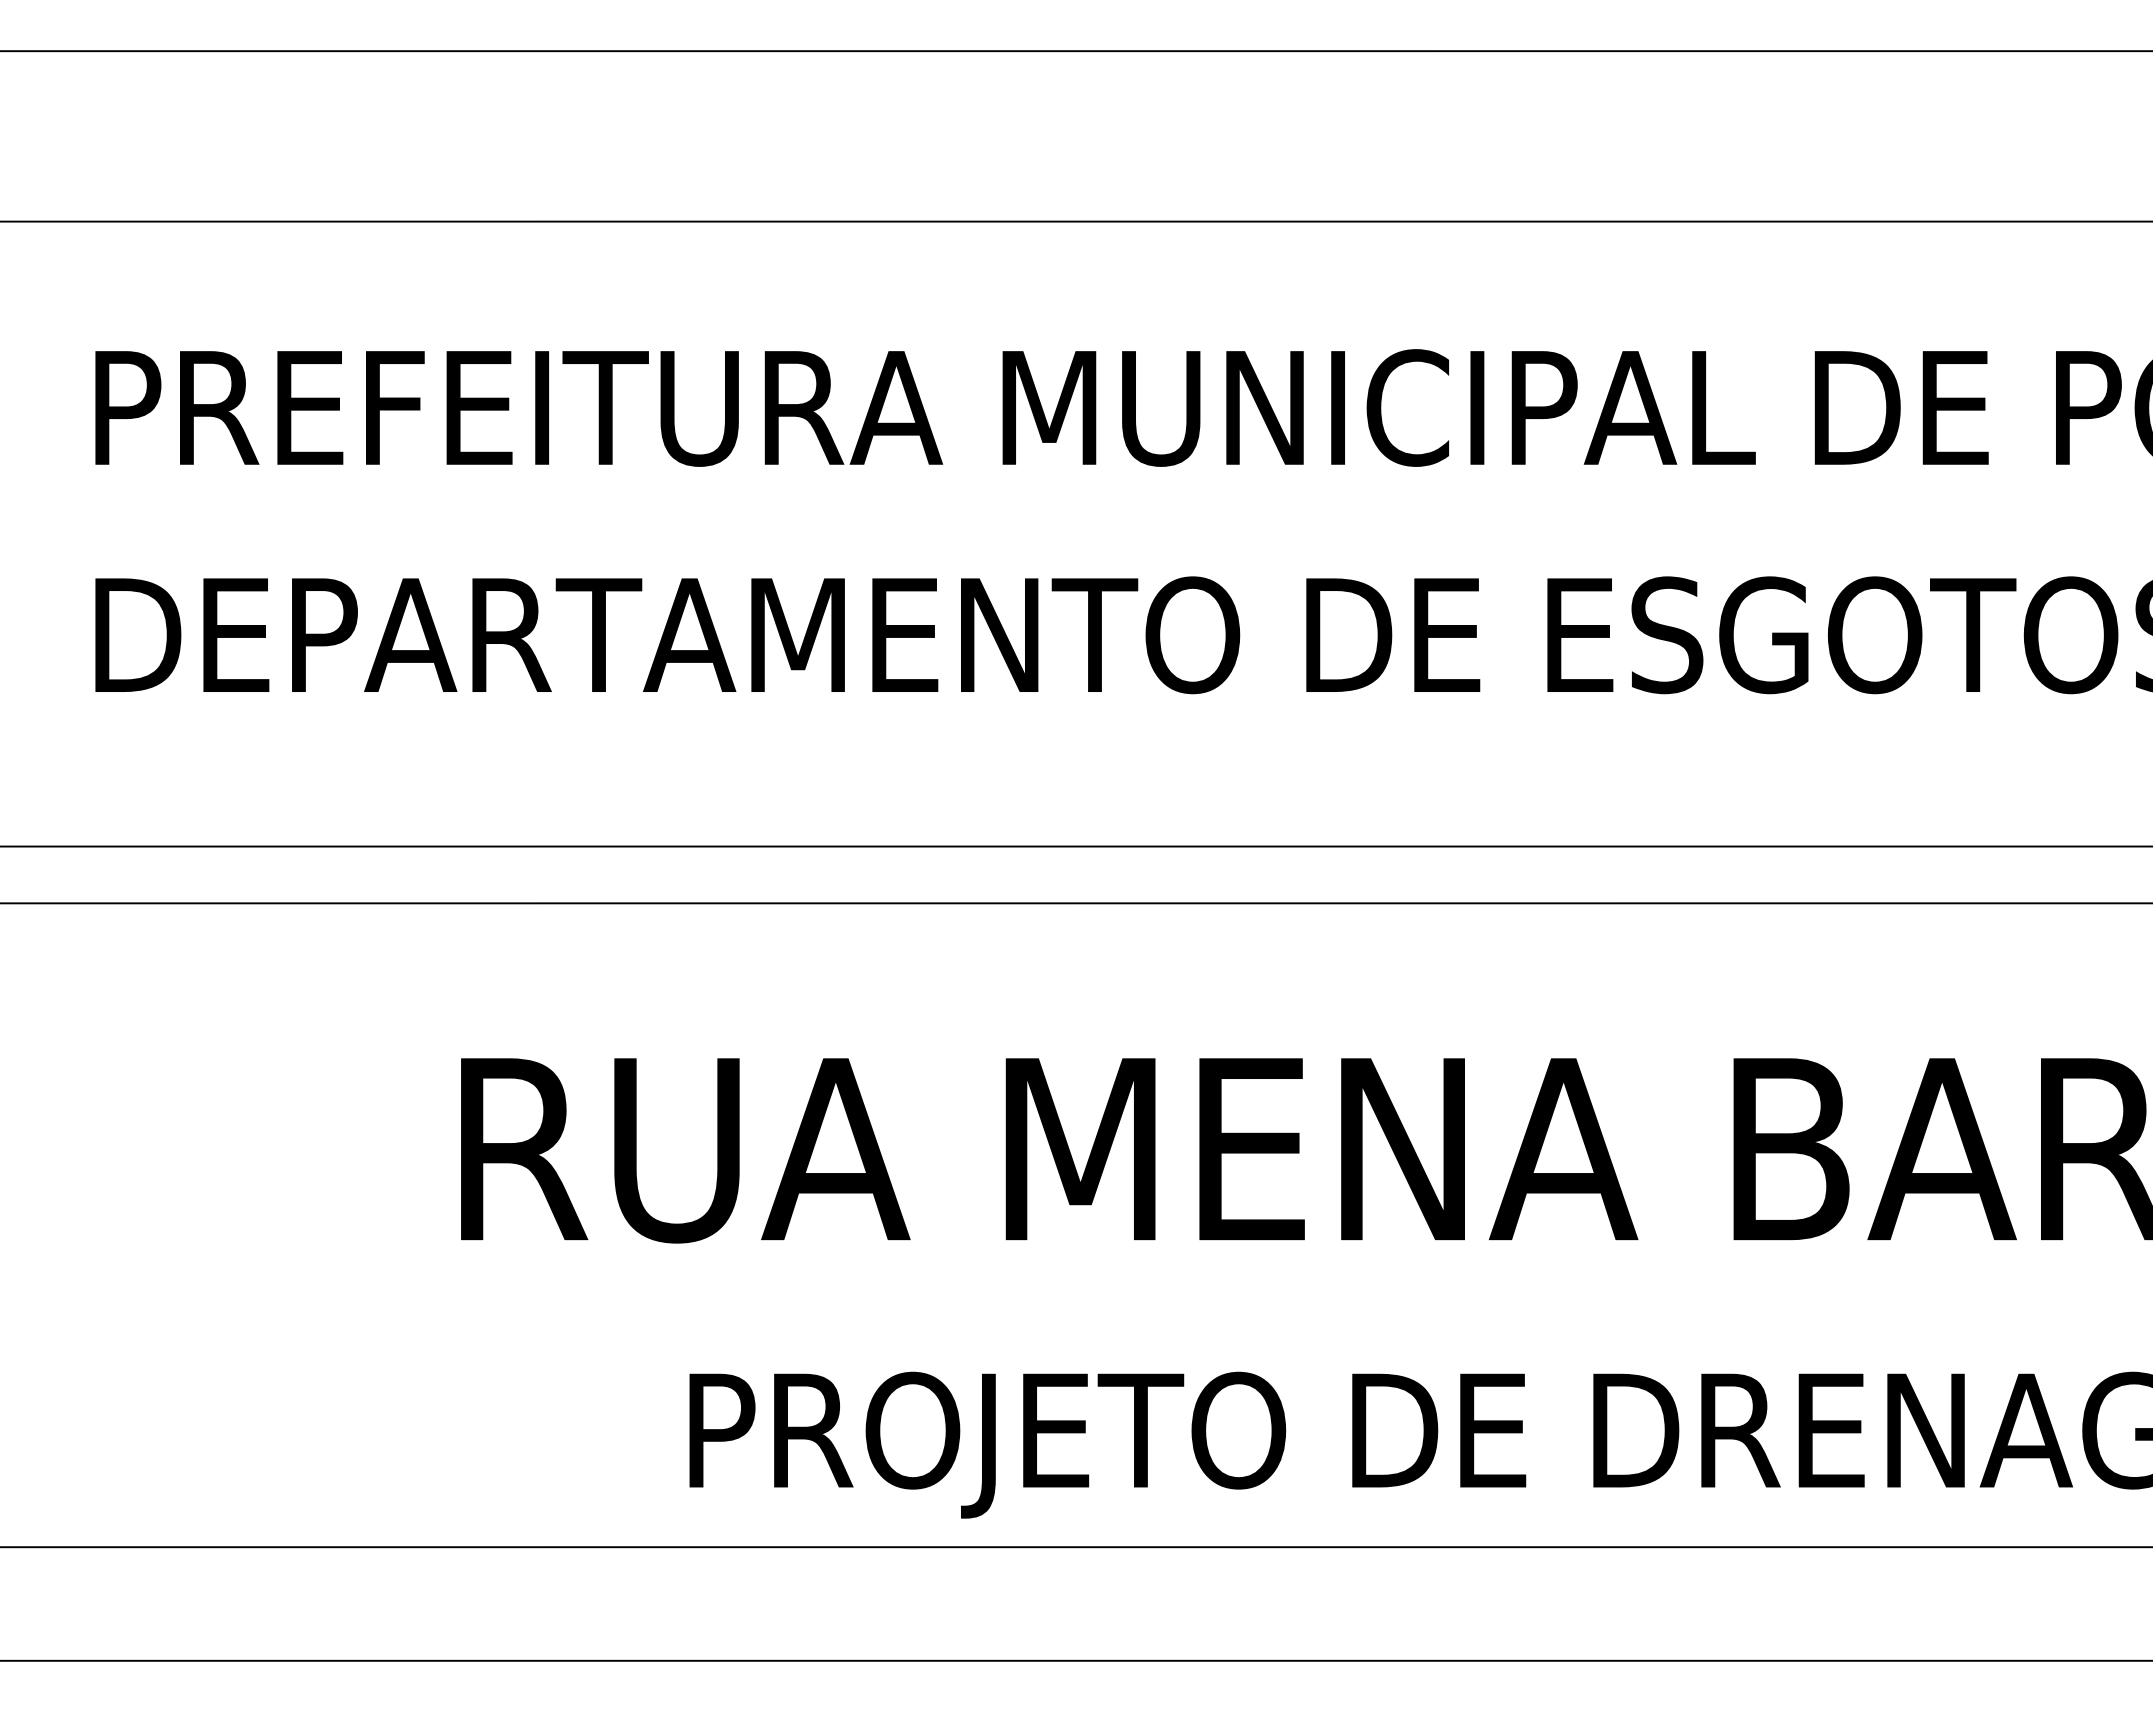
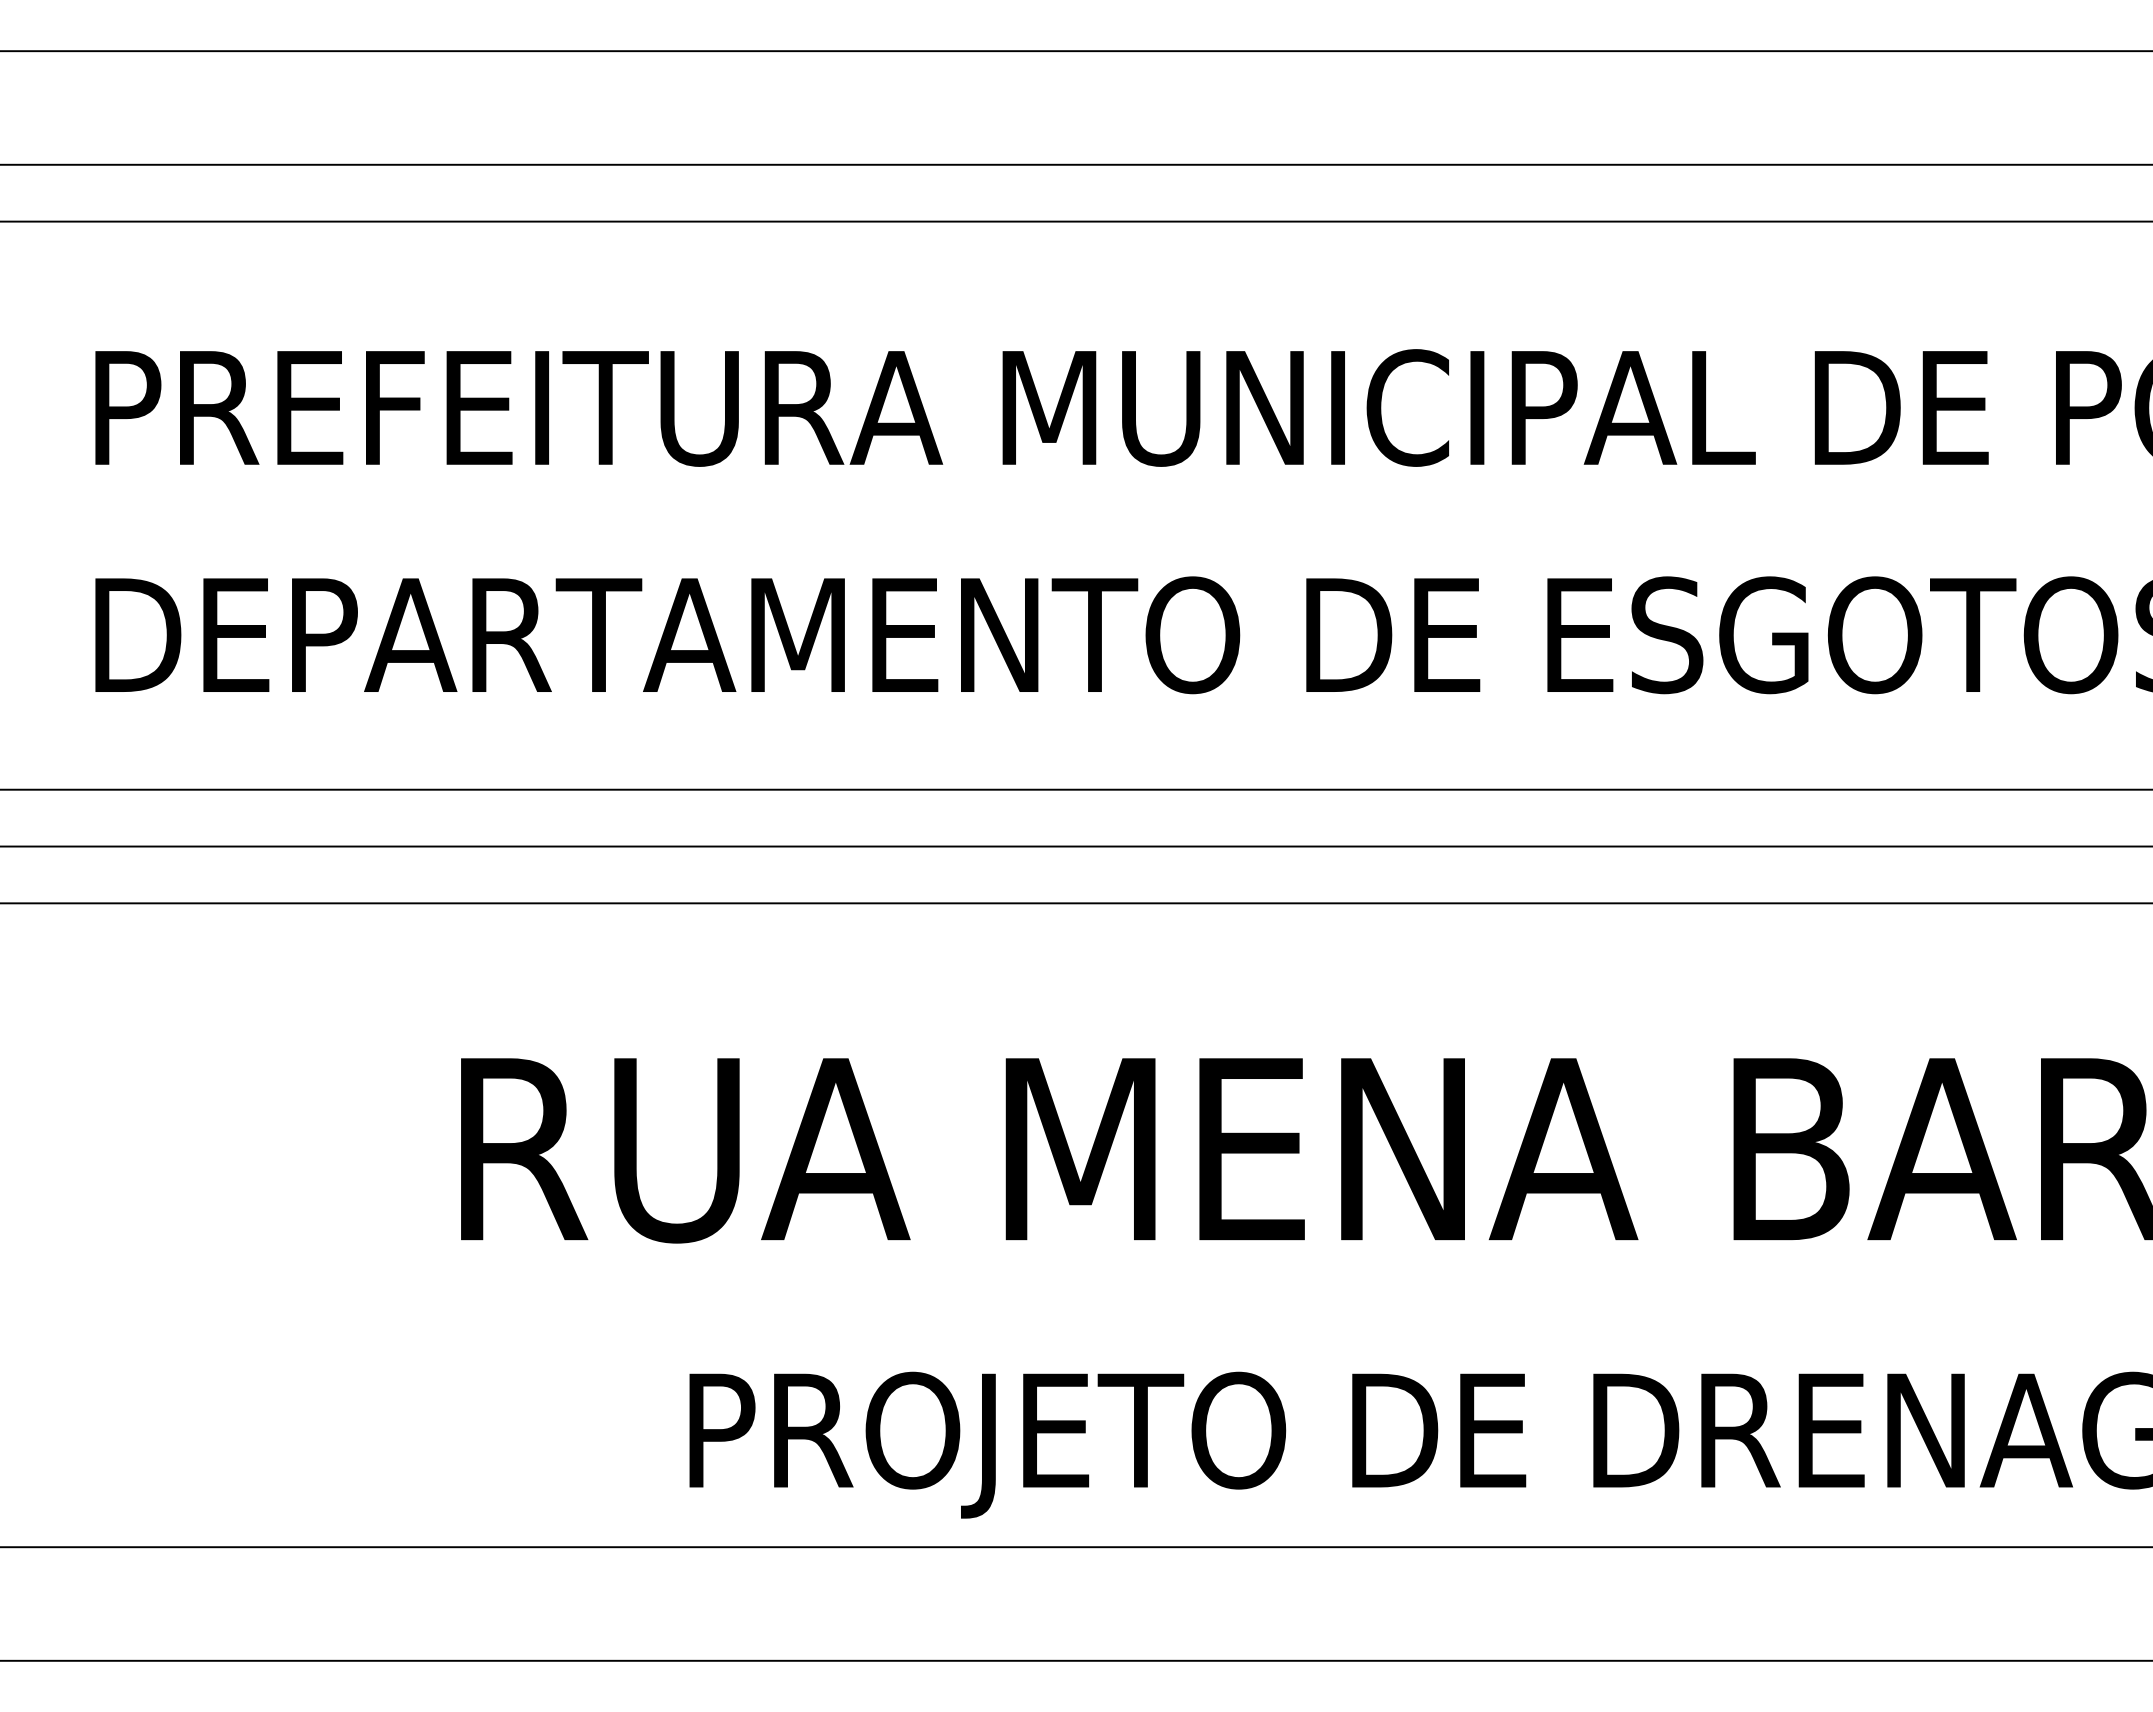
line at (1075, 164): none -> present
line at (1075, 789): none -> present
